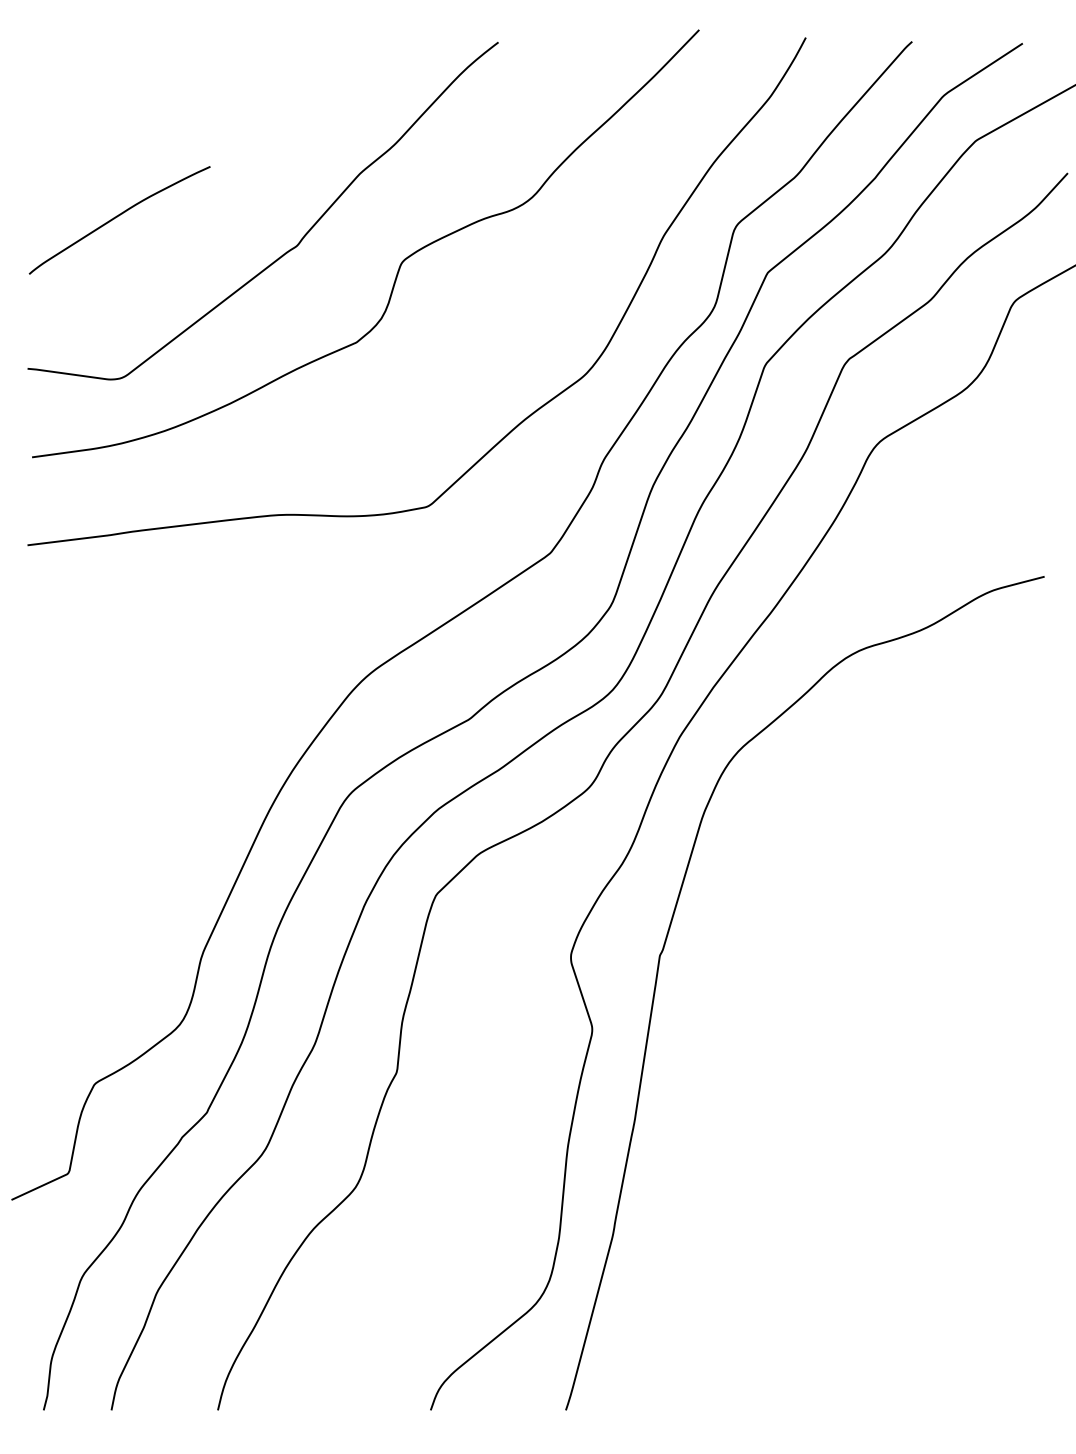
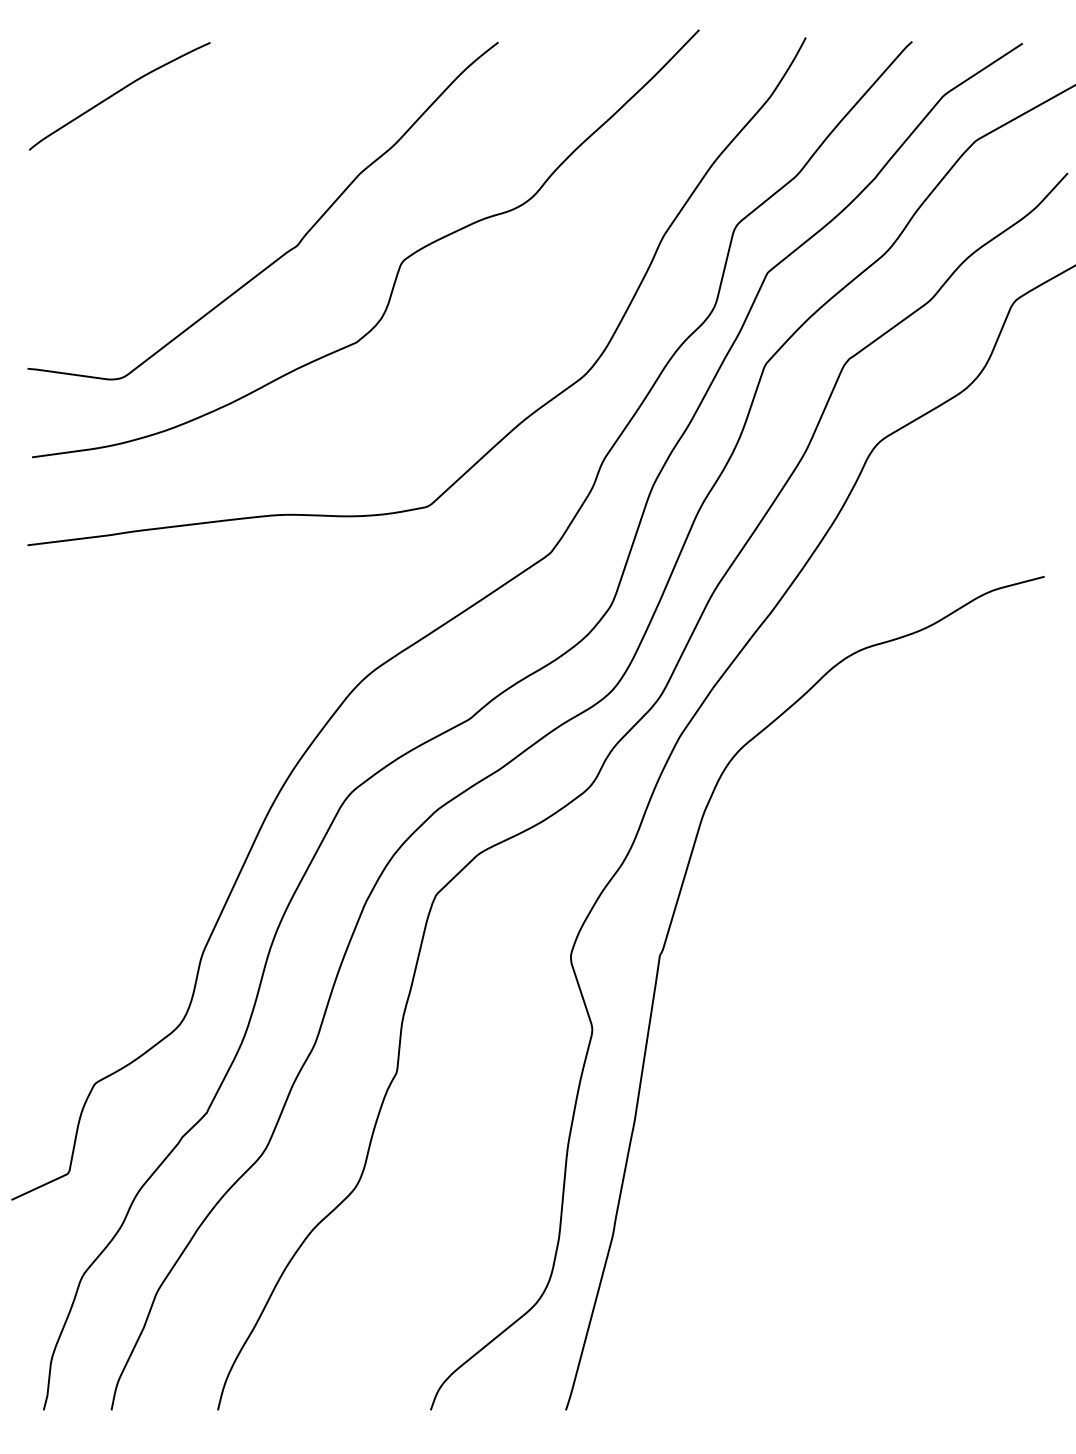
curve at (117, 217) position: (117, 217) -> (117, 93)
